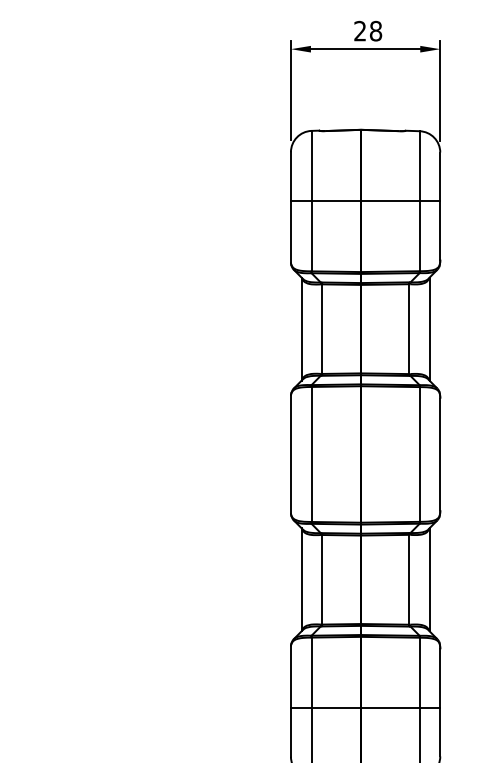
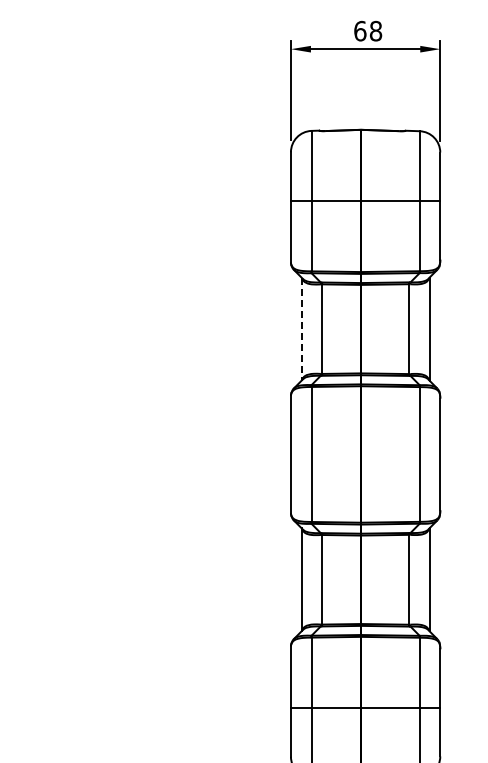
text at (360, 30): 28 -> 68
line at (301, 329): solid -> dashed
